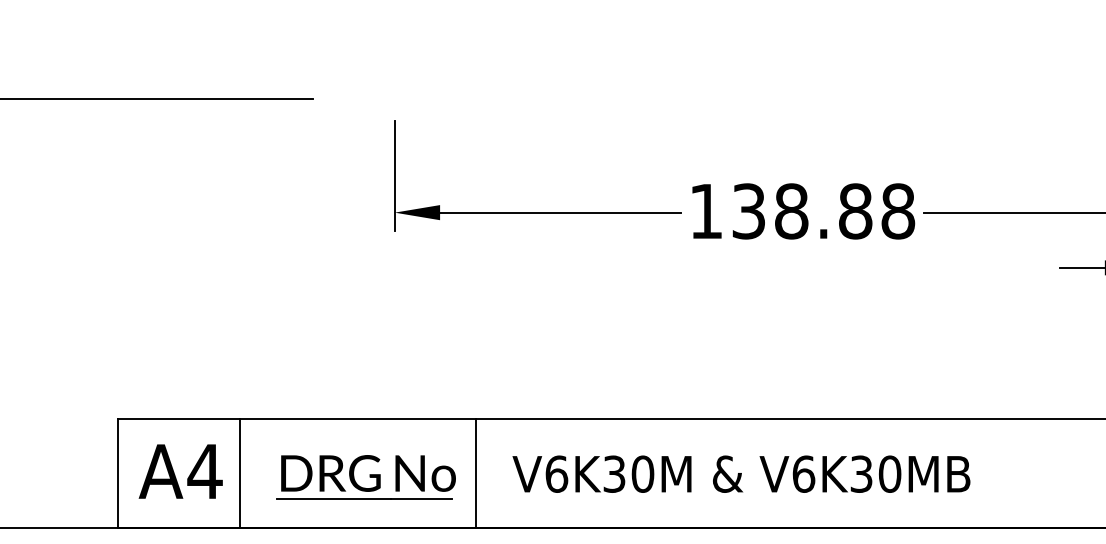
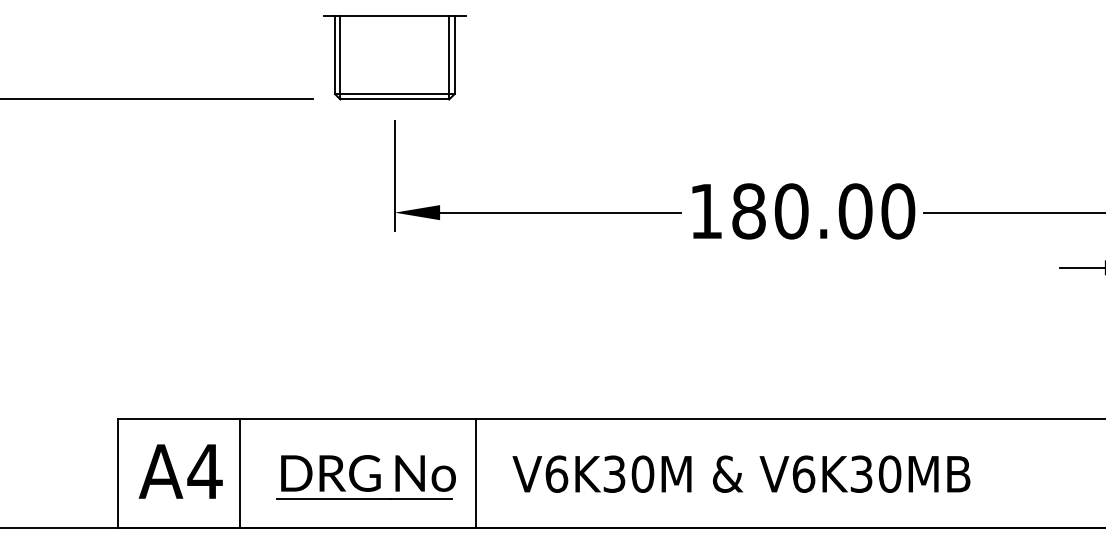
part at (394, 57): none -> present
text at (823, 211): 138.88 -> 180.00
